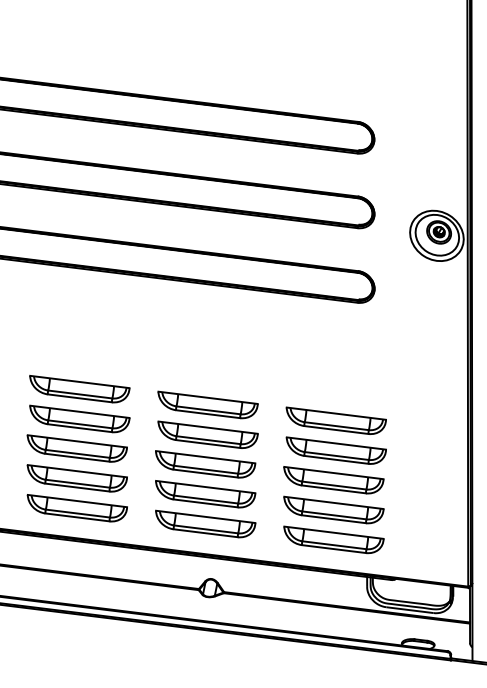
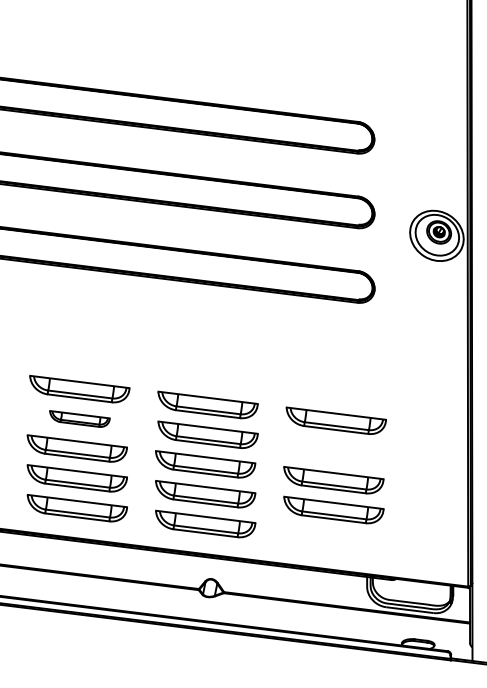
part at (79, 418) size: 102x30 px -> 62x18 px
part at (335, 450): present -> none
part at (333, 539): present -> none
